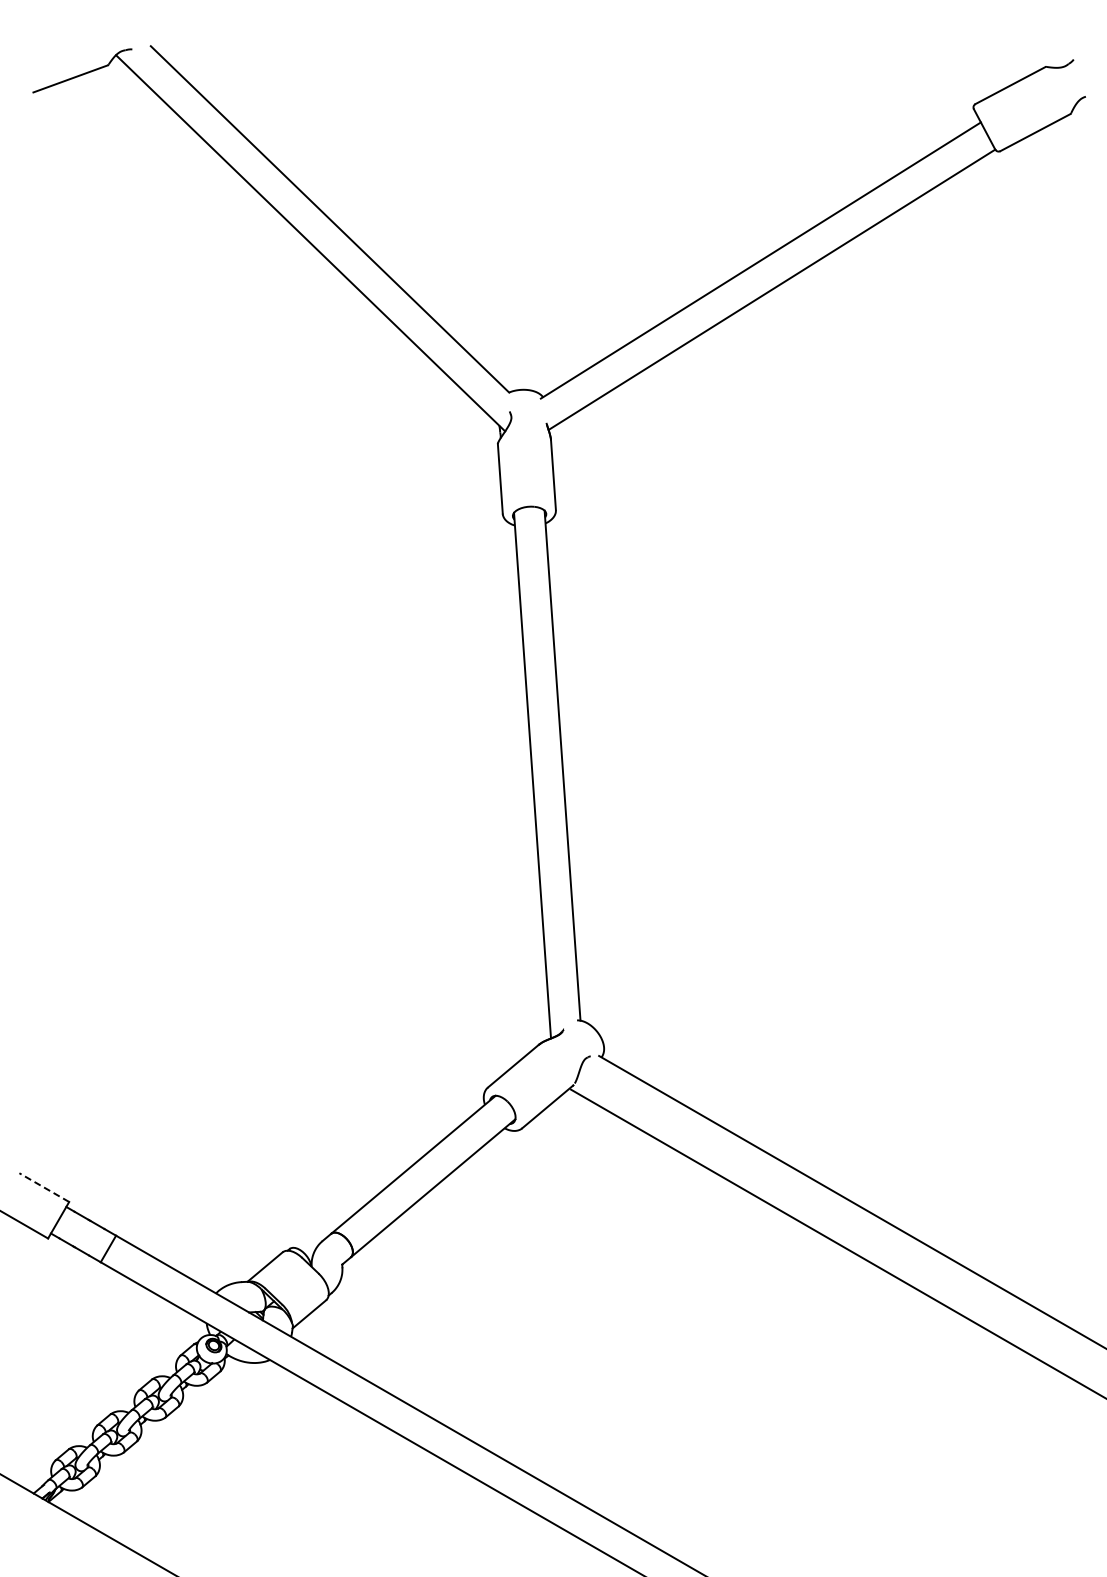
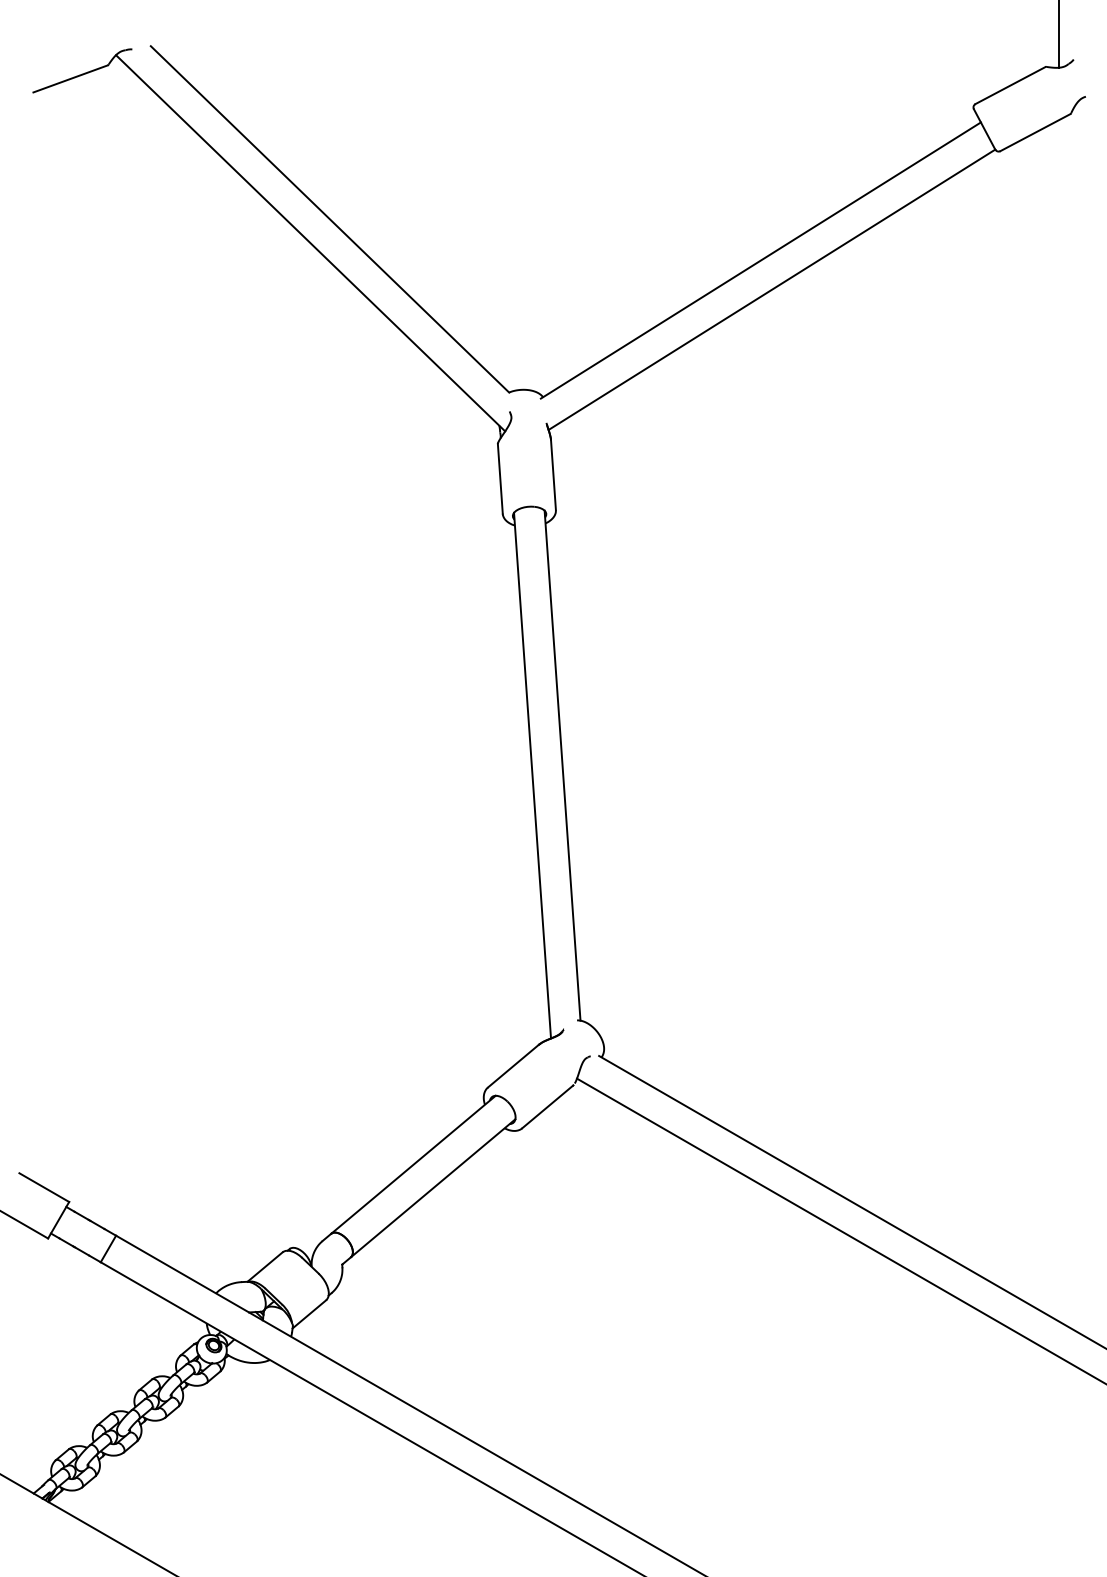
line at (1059, 34): none -> present
line at (44, 1187): dashed -> solid
line at (837, 1243) position: (837, 1243) -> (840, 1230)
